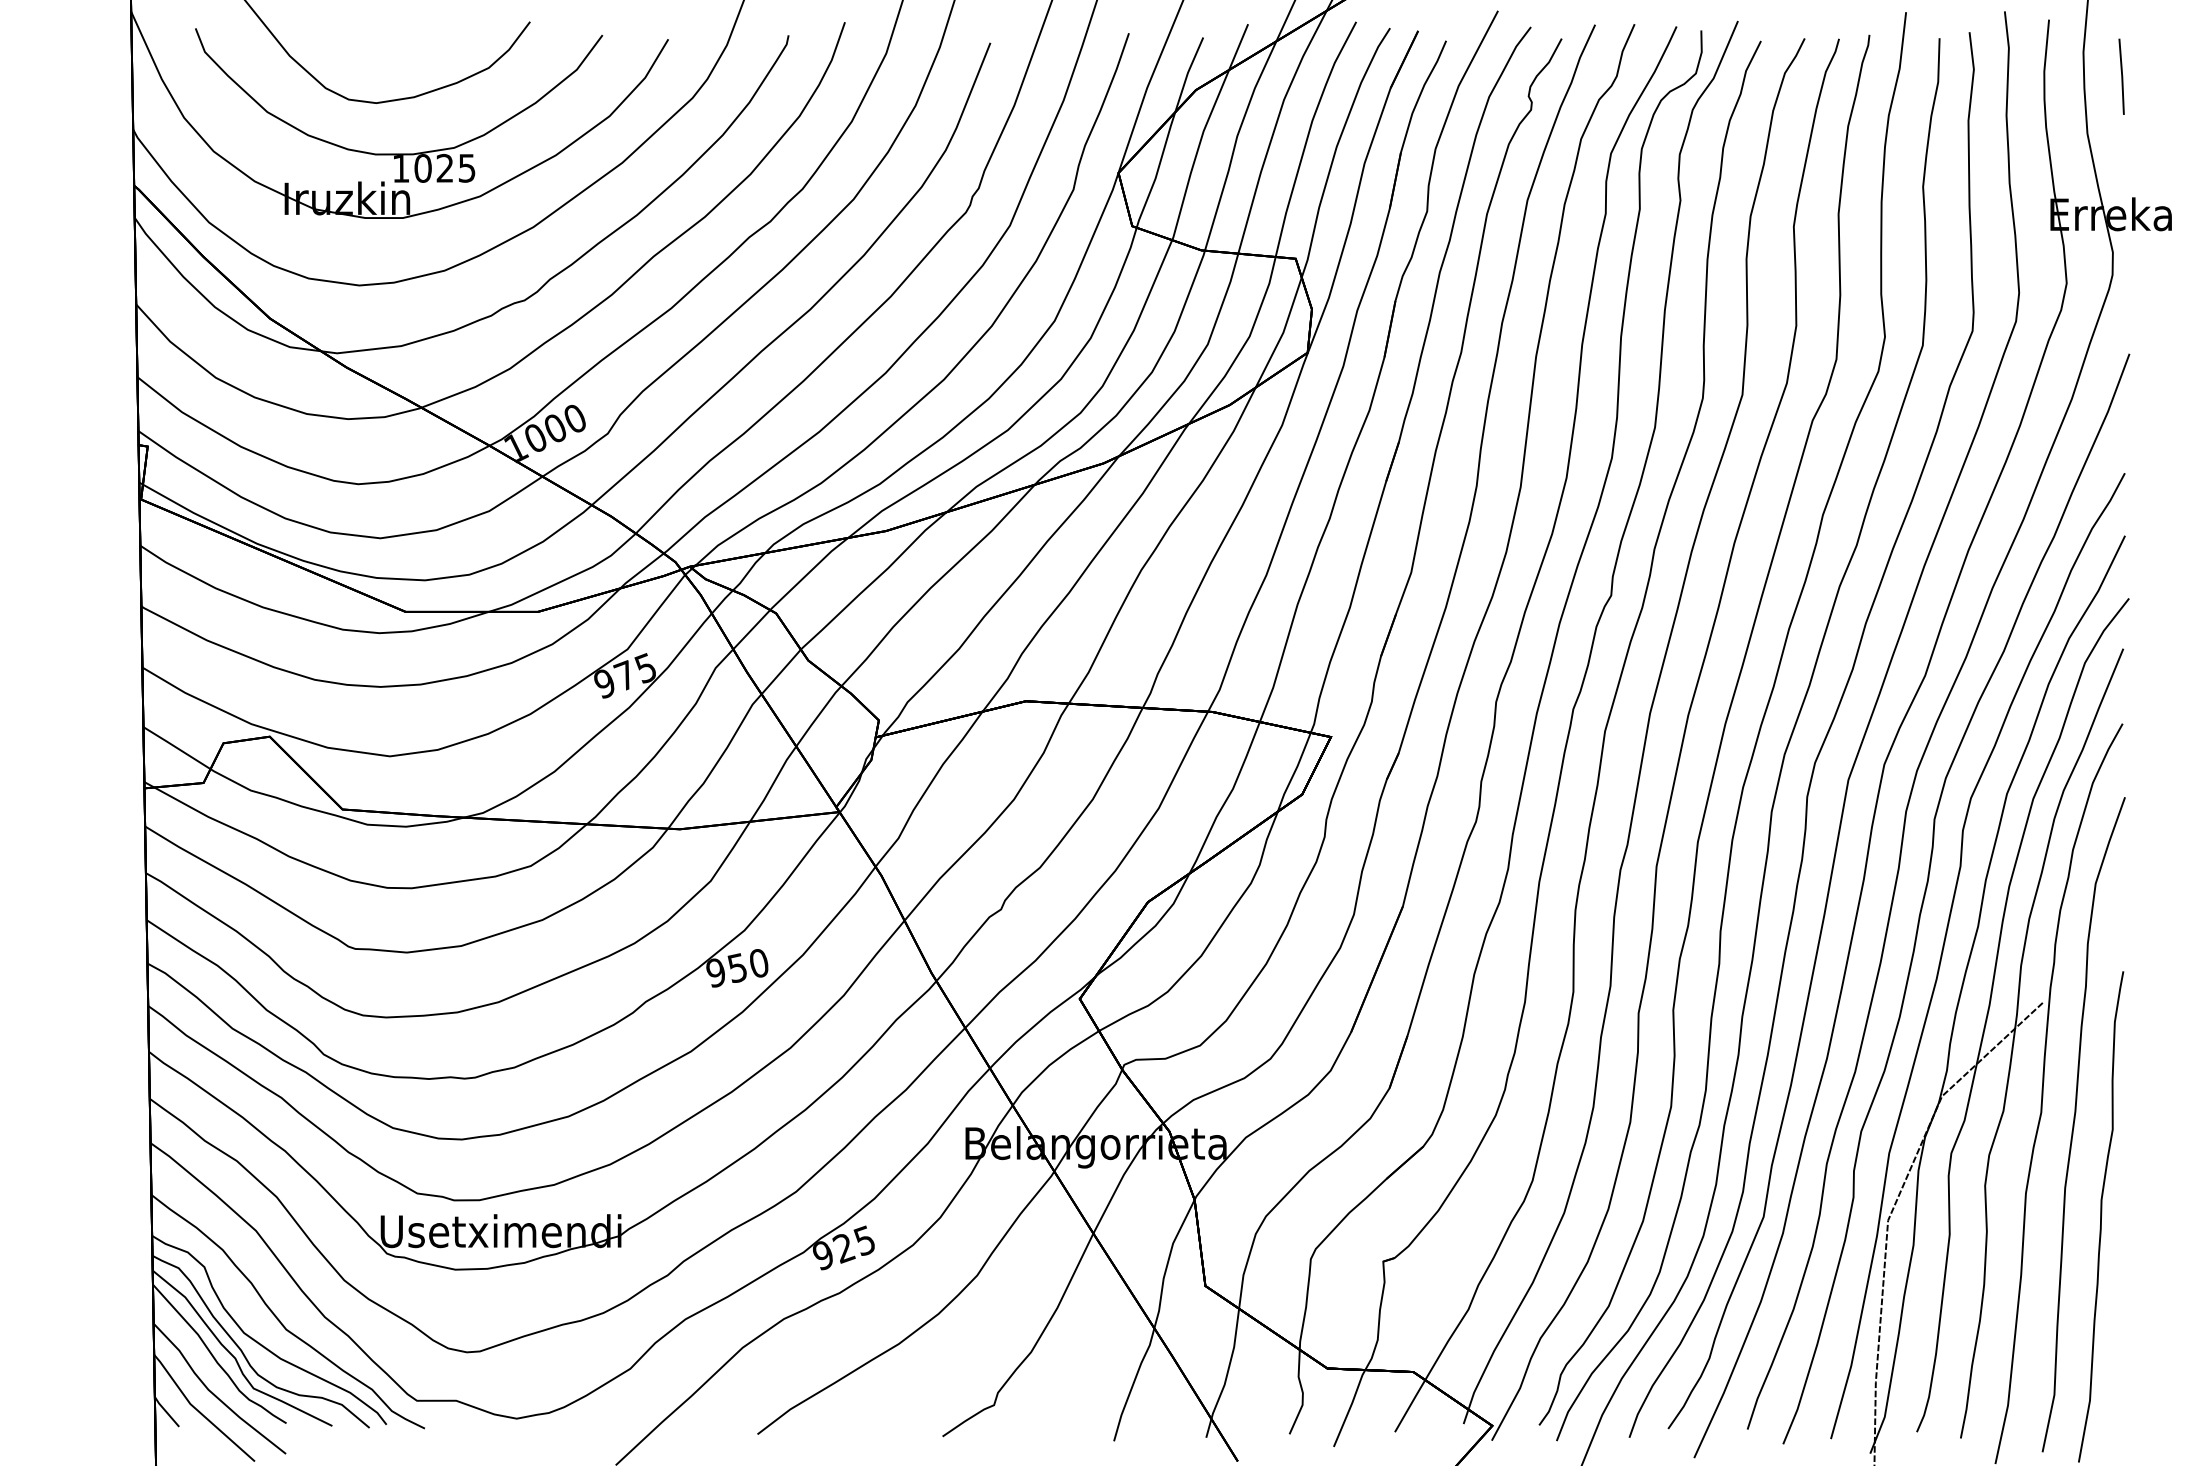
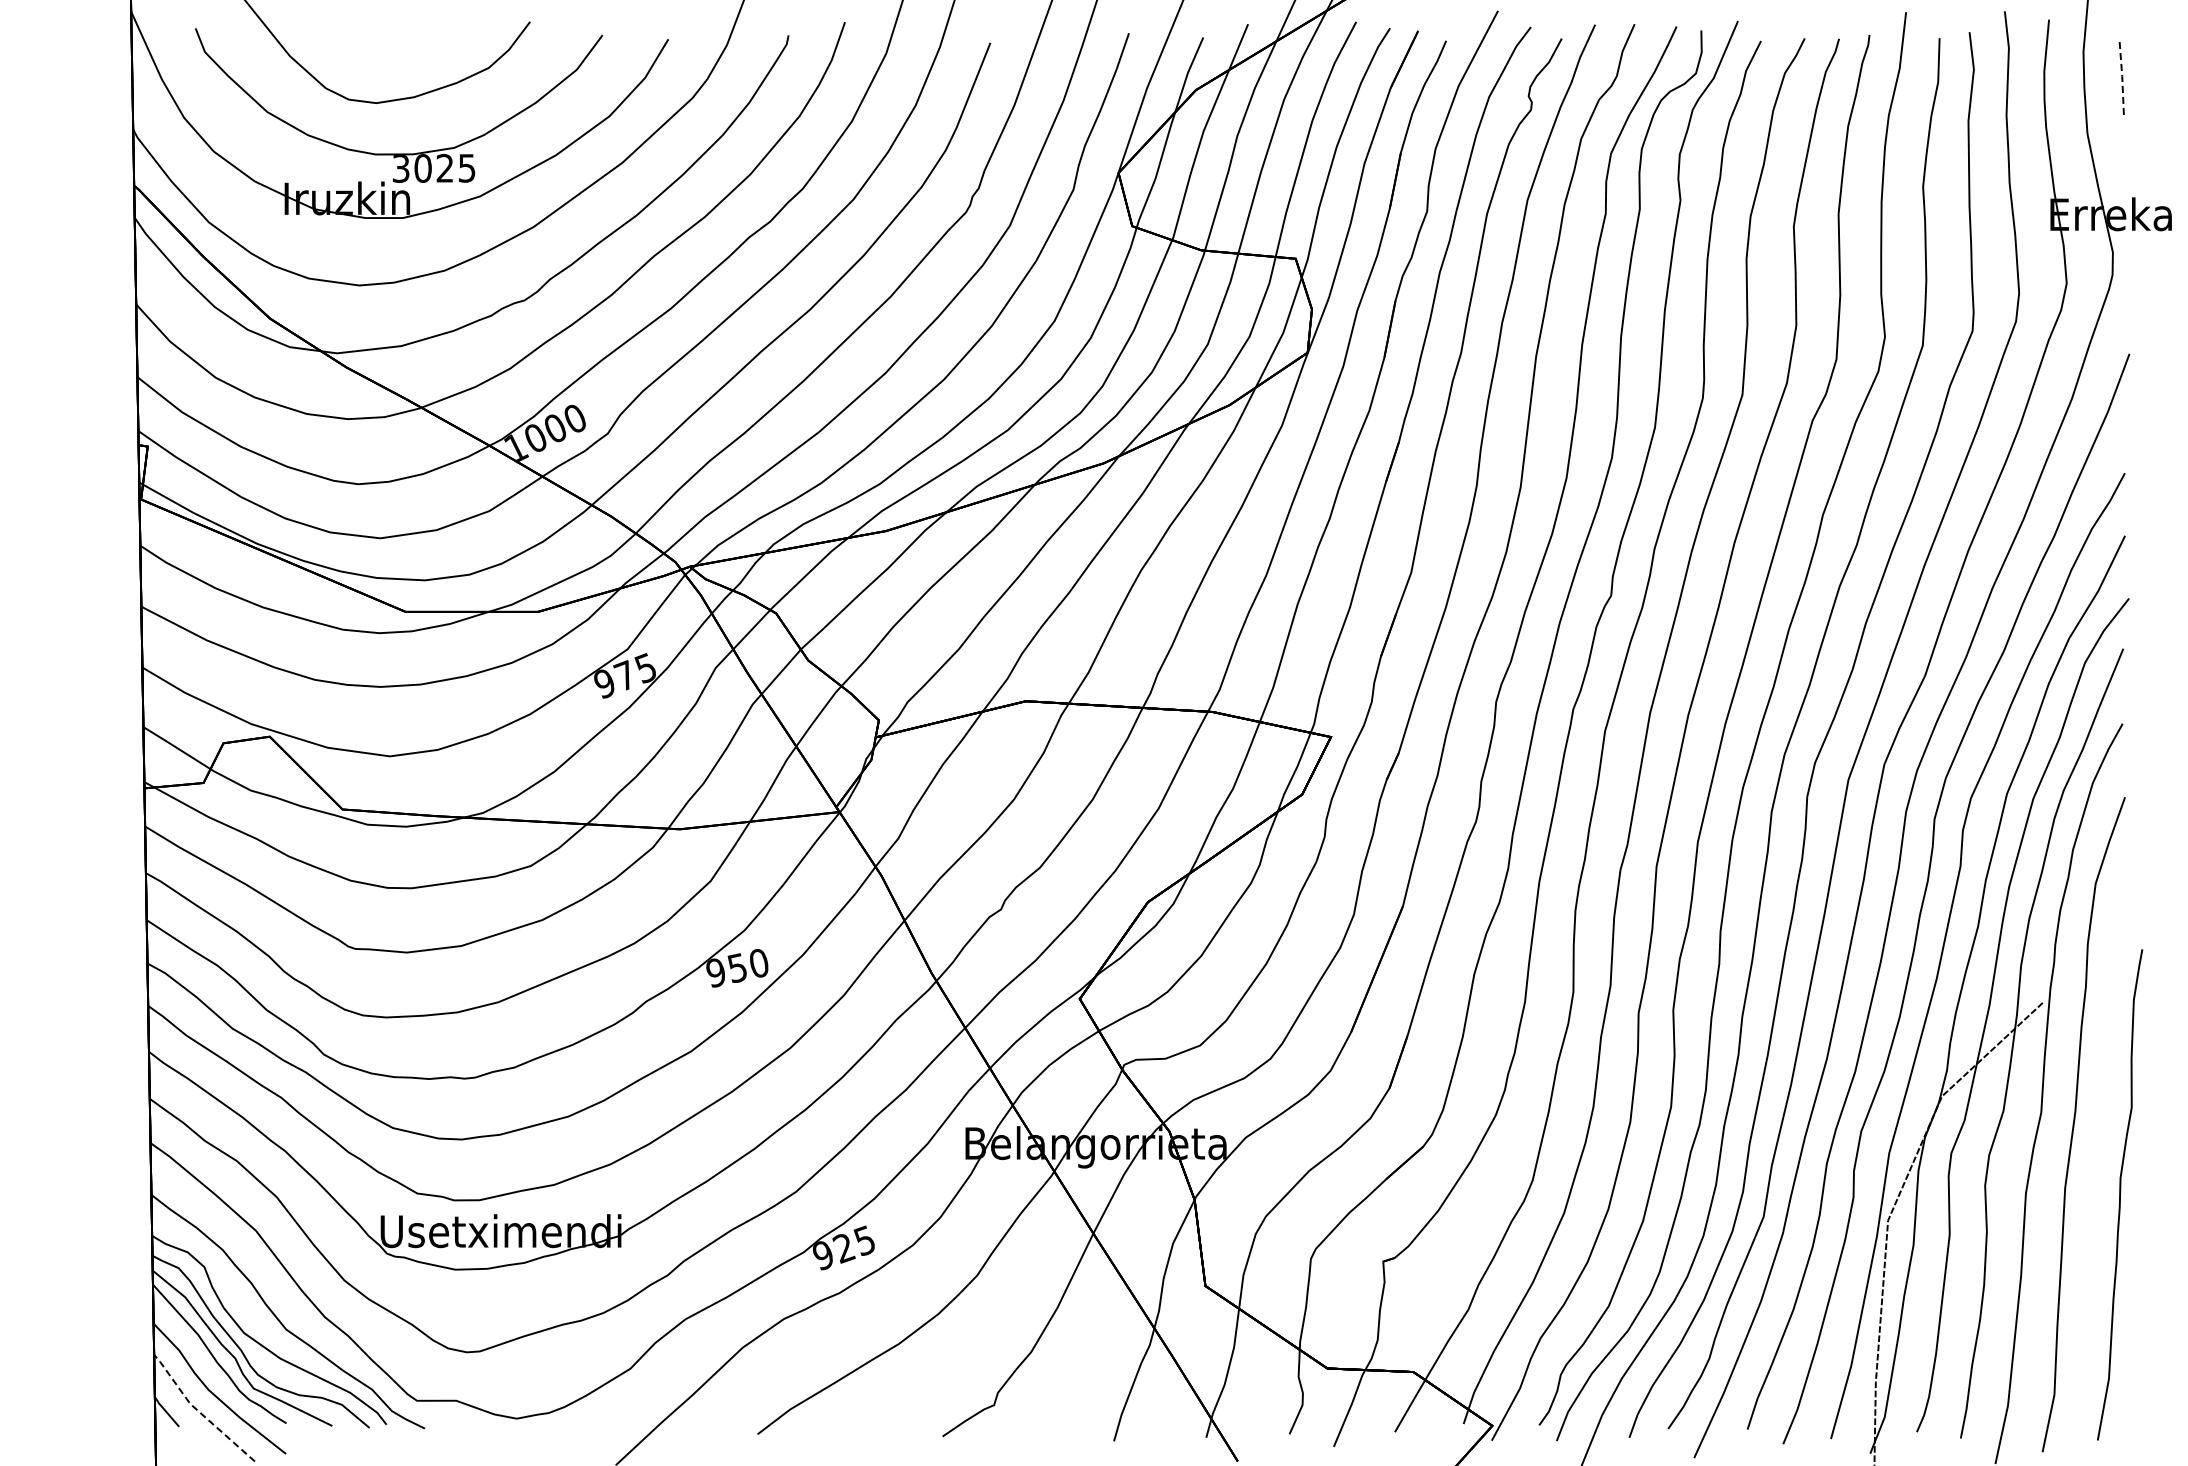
line at (2122, 76): solid -> dashed
text at (400, 168): 1025 -> 3025
curve at (2101, 1216) position: (2101, 1216) -> (2120, 1194)
line at (198, 1411): solid -> dashed
